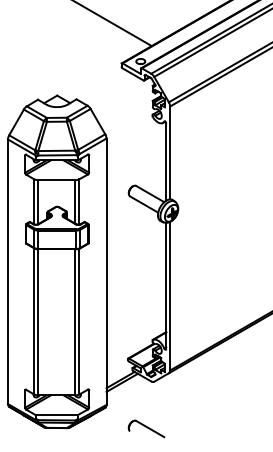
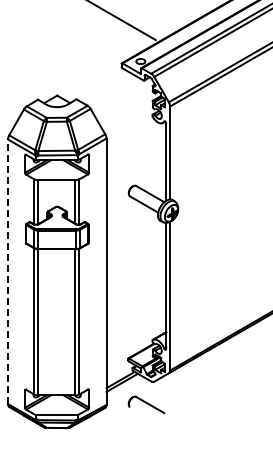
line at (113, 24) position: (113, 24) -> (122, 21)
line at (8, 271): solid -> dashed
part at (146, 428) position: (146, 428) -> (146, 404)
